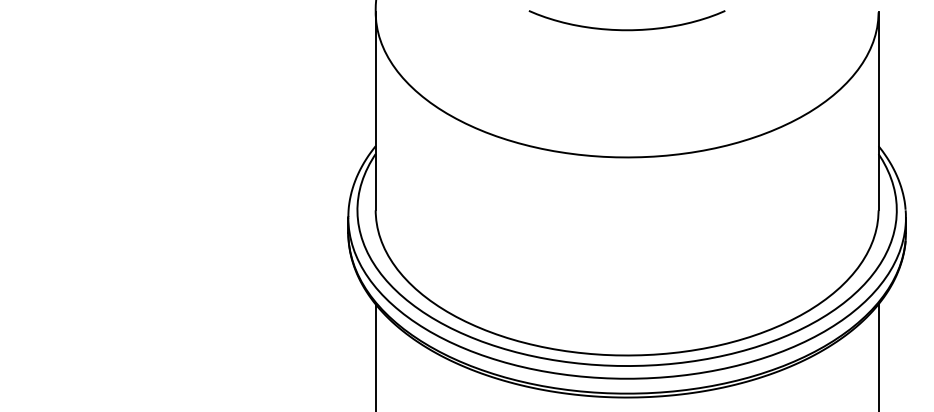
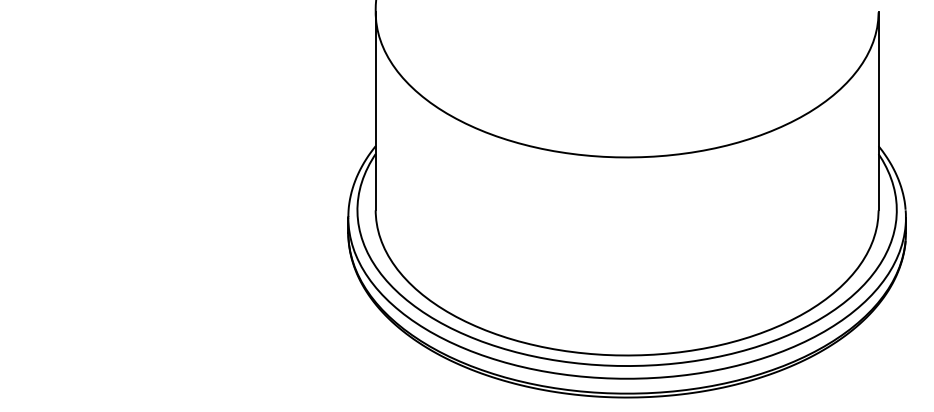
curve at (626, 29): present -> none
line at (375, 356): present -> none
line at (878, 356): present -> none
